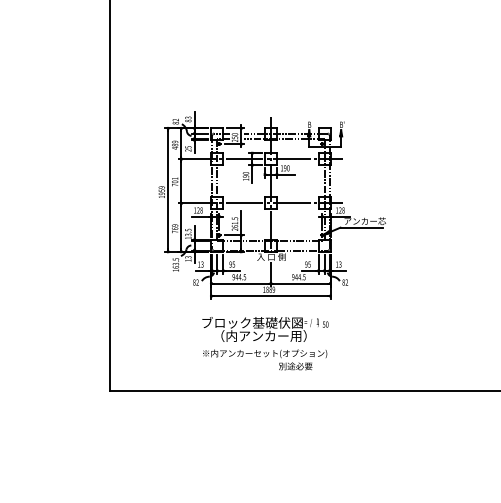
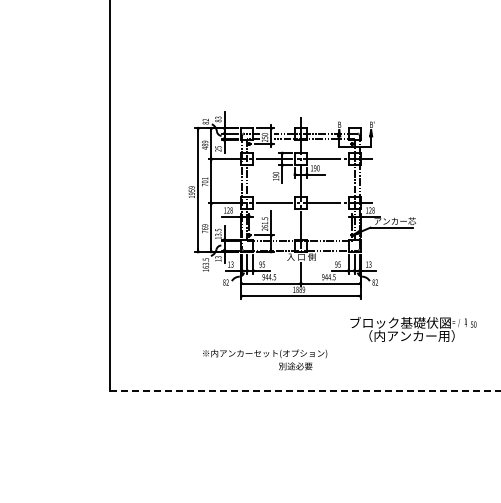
part at (271, 205) position: (271, 205) -> (301, 205)
text at (265, 329) position: (265, 329) -> (413, 329)
line at (305, 390): solid -> dashed
